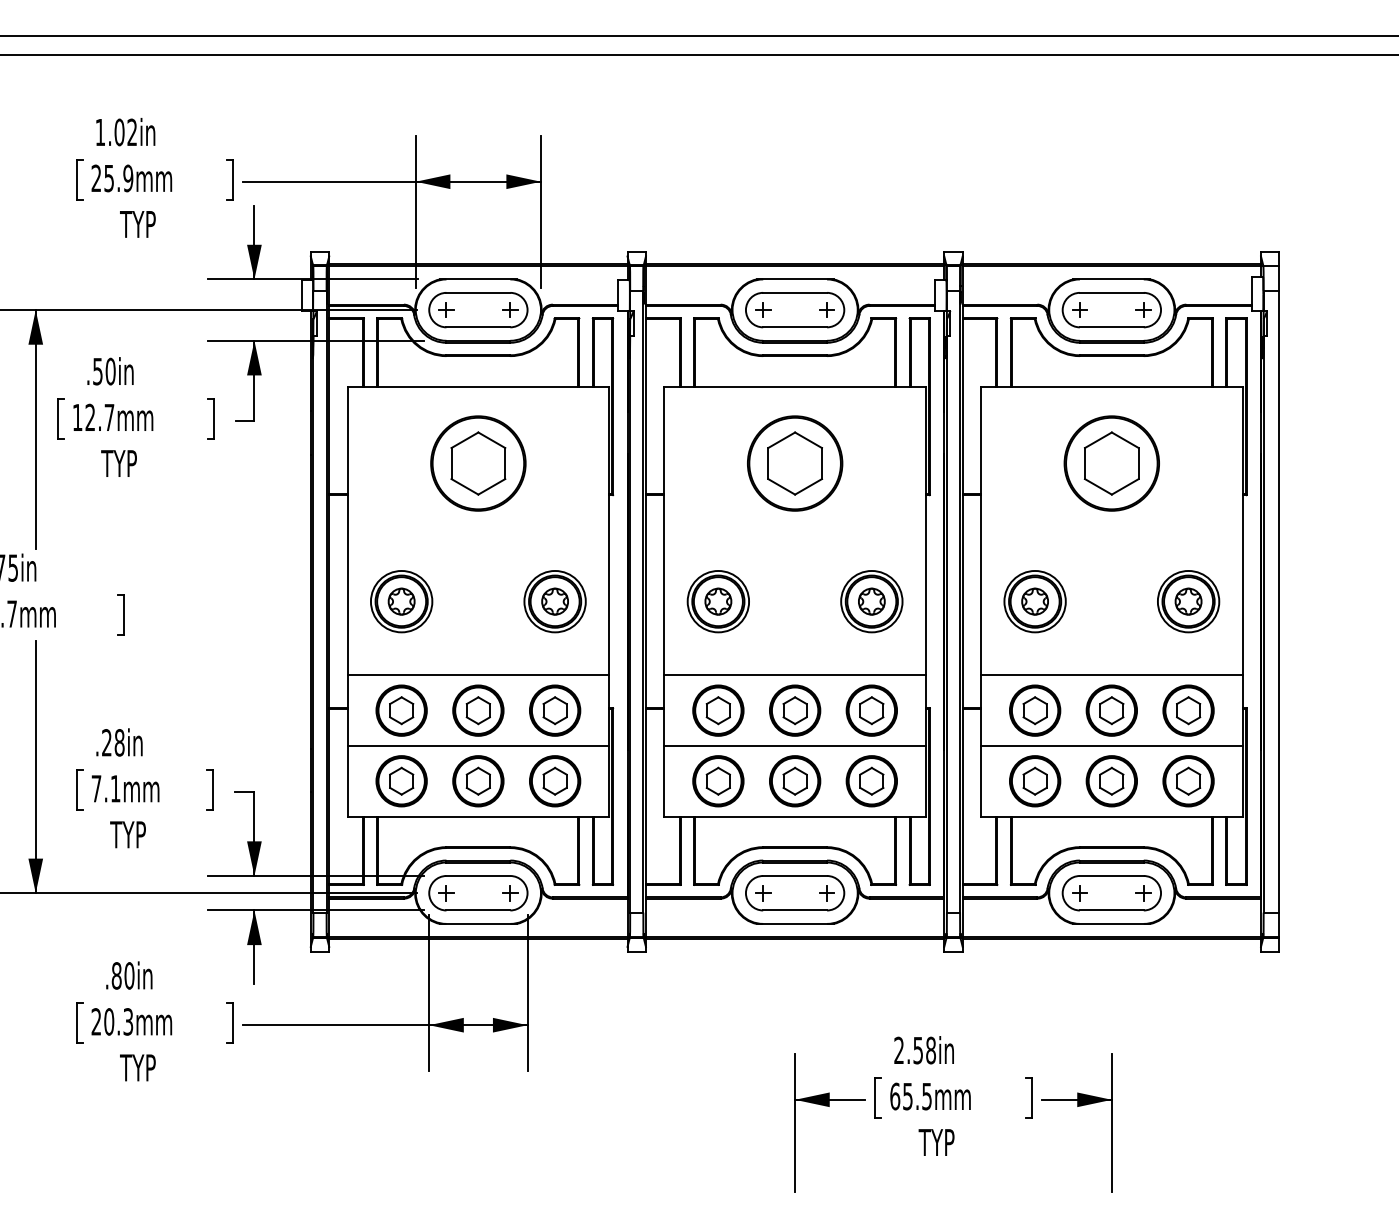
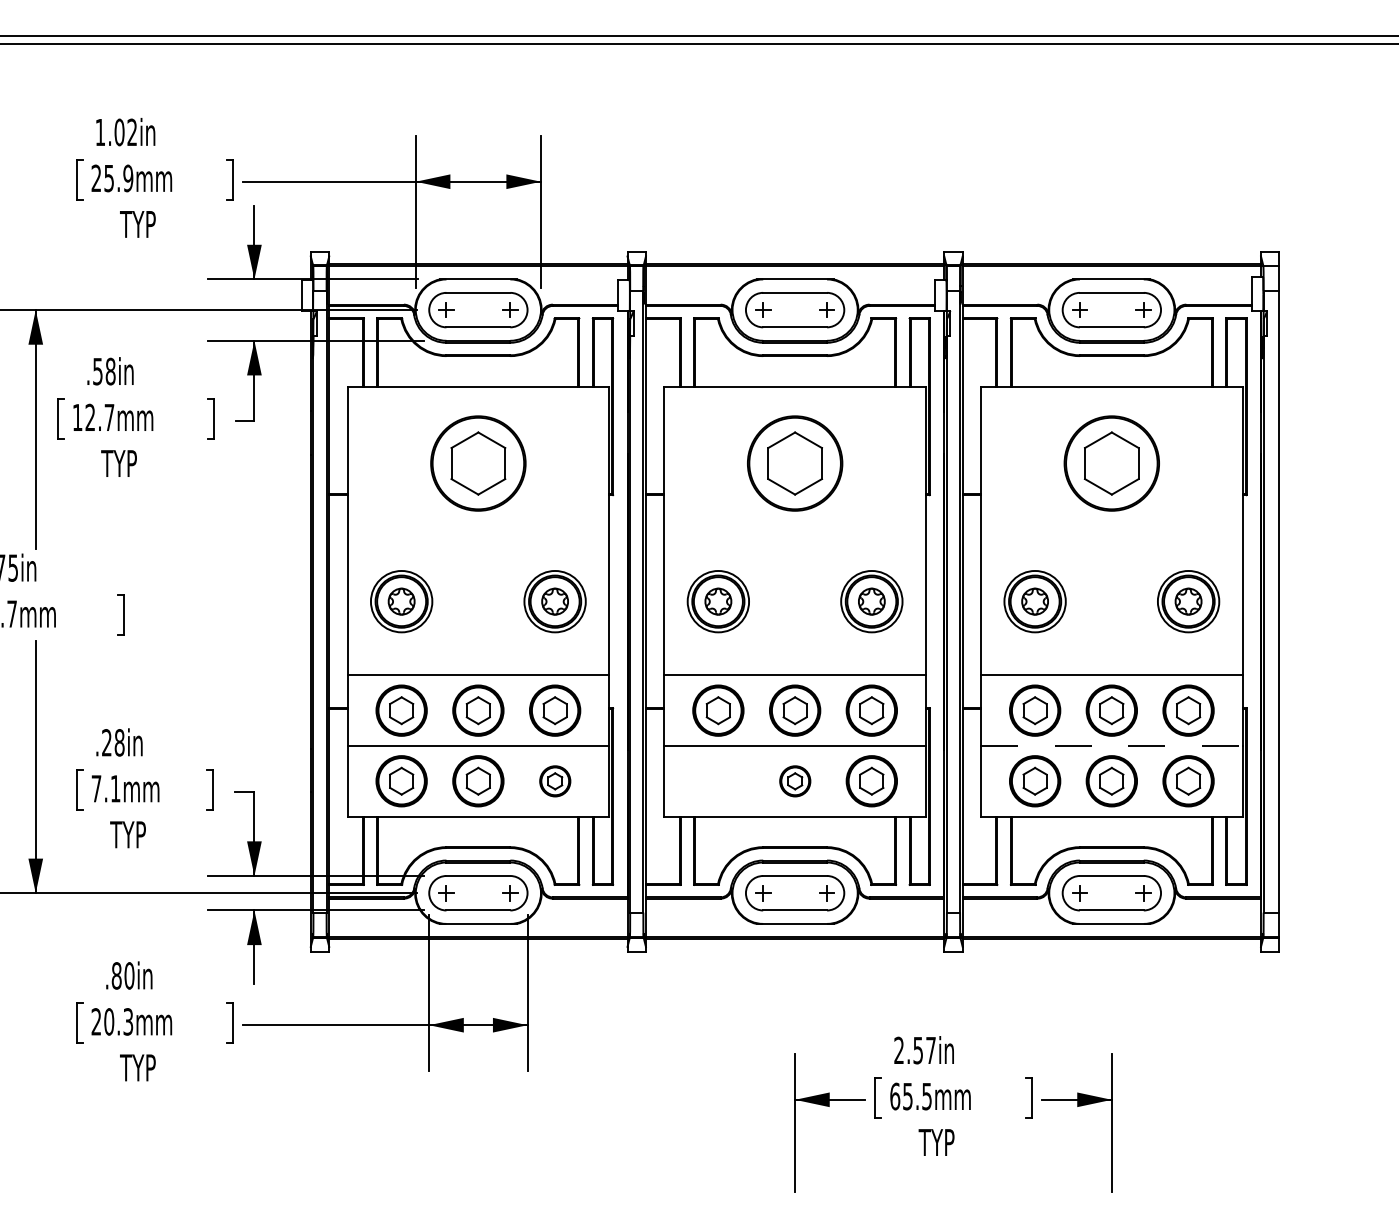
line at (698, 54) position: (698, 54) -> (698, 43)
text at (110, 371): .50in -> .58in
line at (1111, 745): solid -> dashed
part at (555, 781) size: 53x53 px -> 33x33 px
part at (718, 781): present -> none
part at (795, 781) size: 53x53 px -> 33x33 px
text at (930, 1050): 2.58in -> 2.57in
